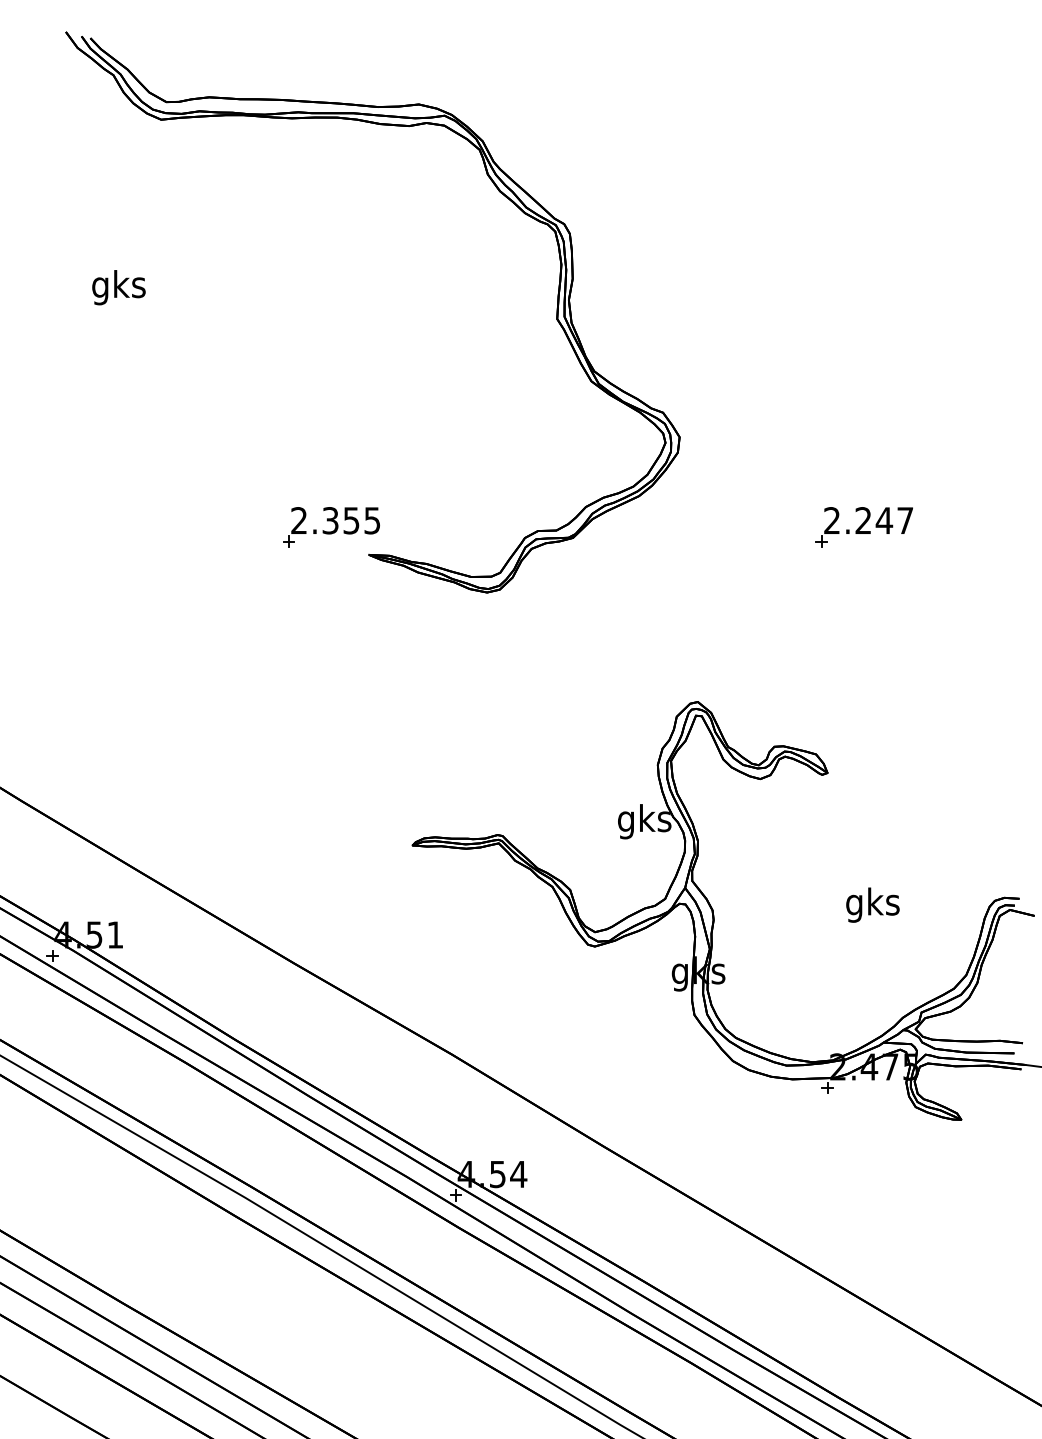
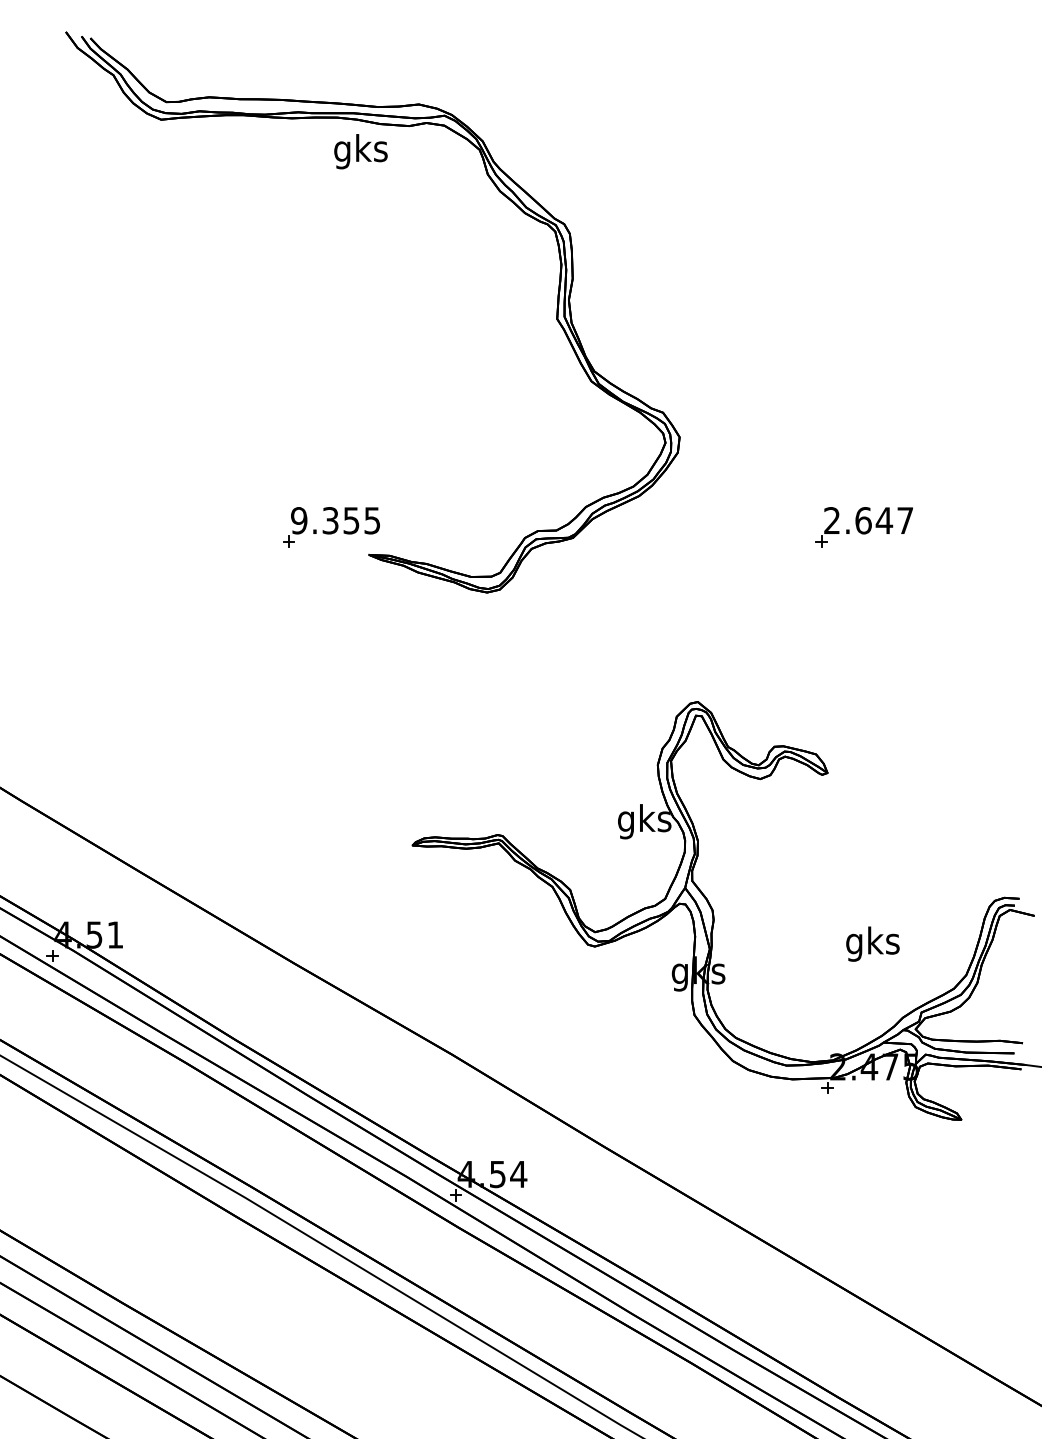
text at (118, 287) position: (118, 287) -> (360, 151)
text at (299, 520): 2.355 -> 9.355
text at (863, 520): 2.247 -> 2.647
text at (872, 904) position: (872, 904) -> (872, 943)
